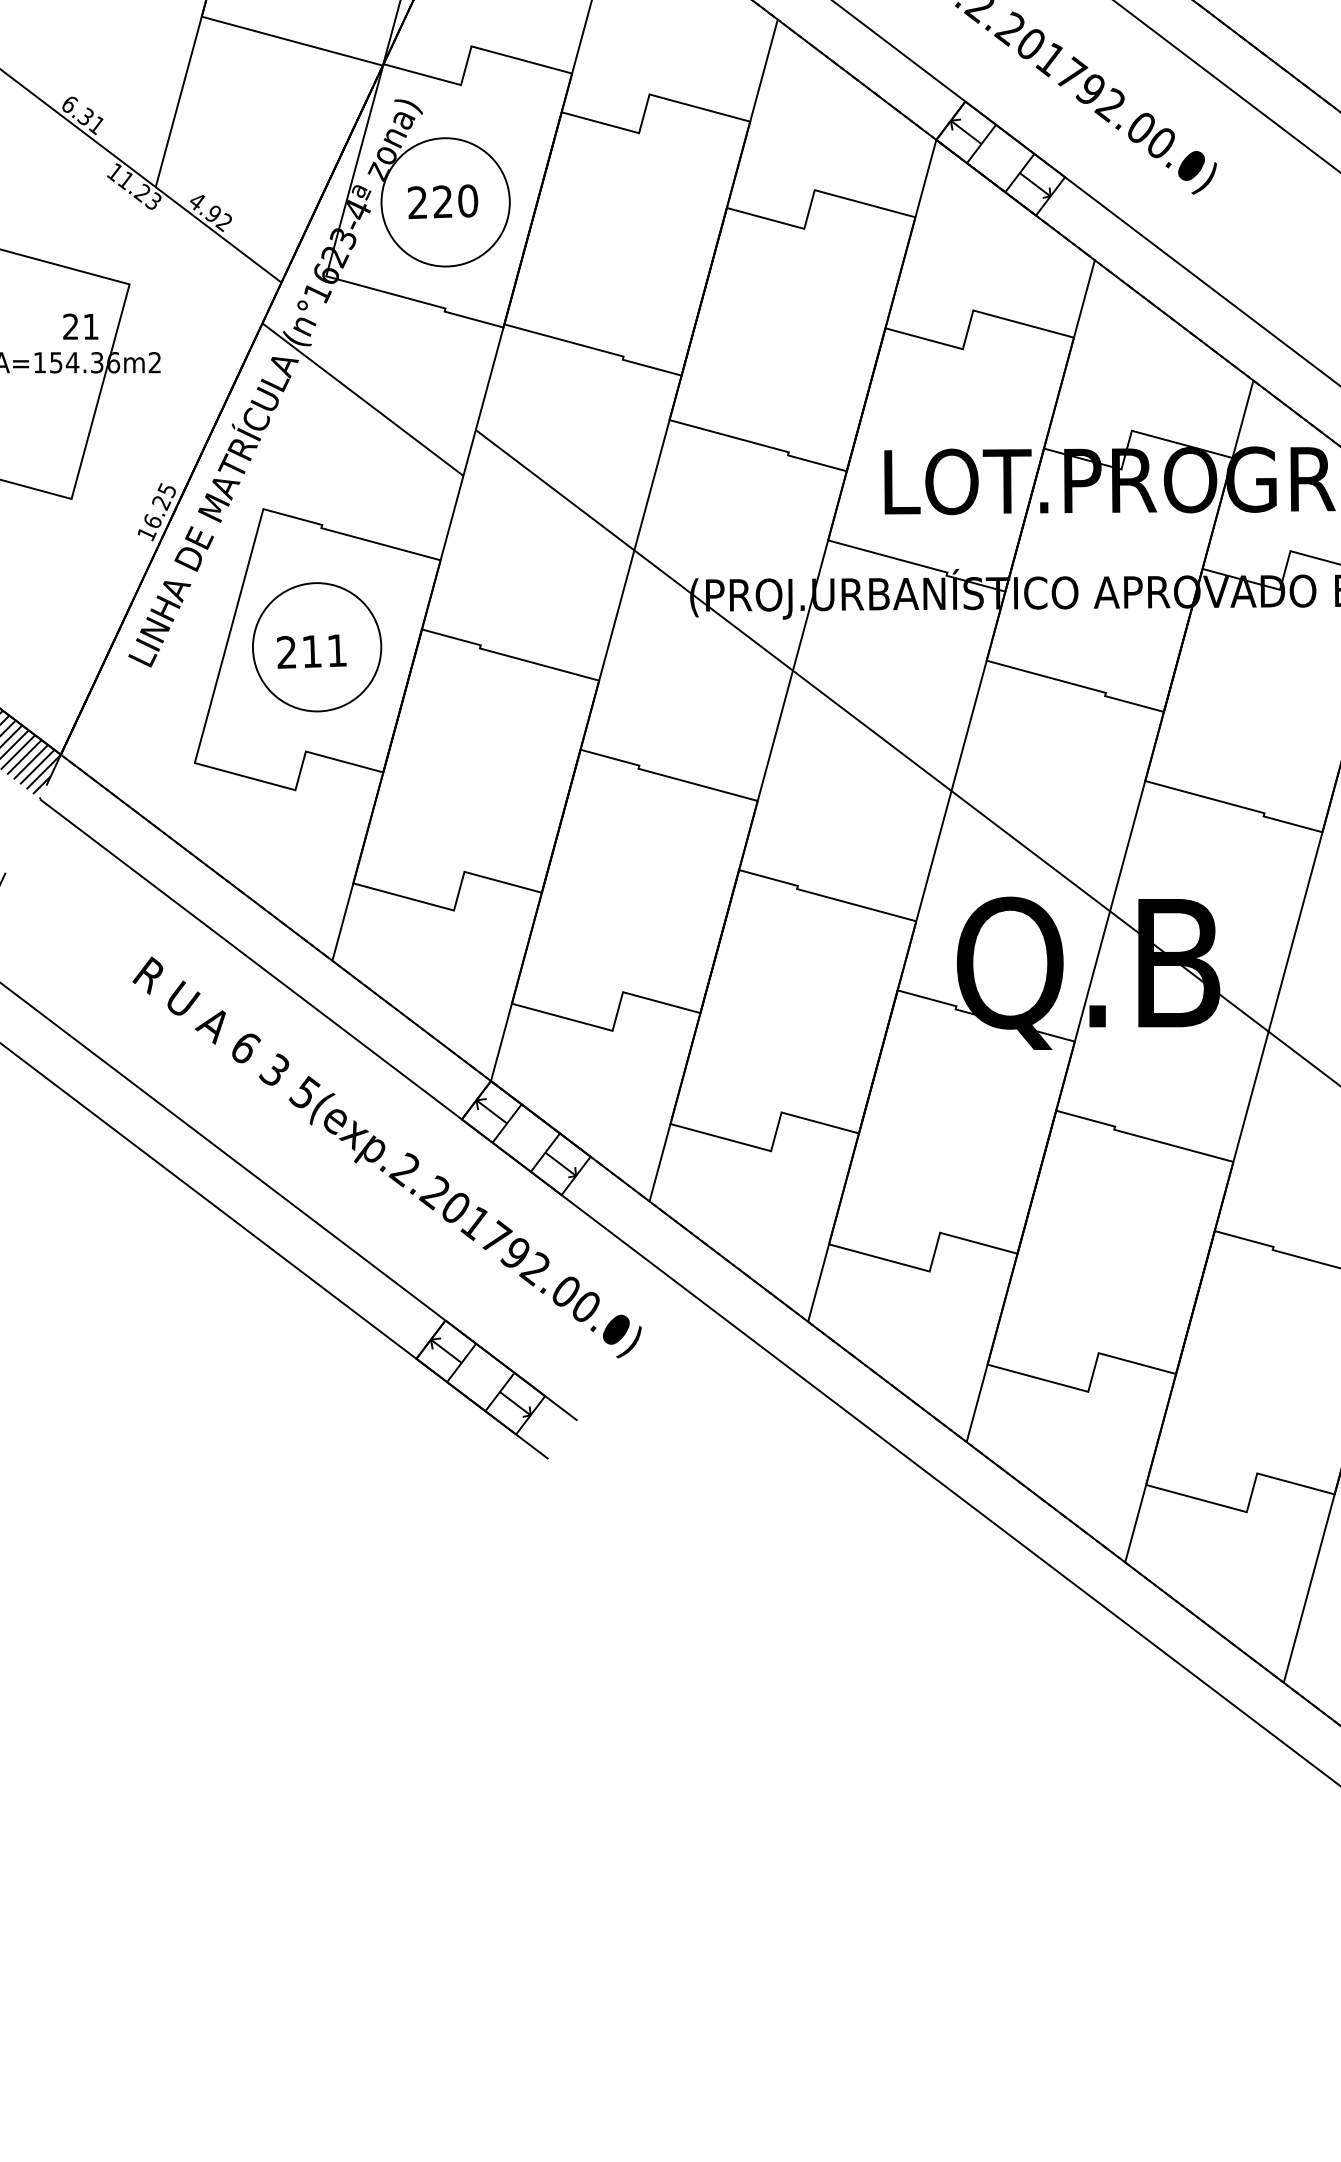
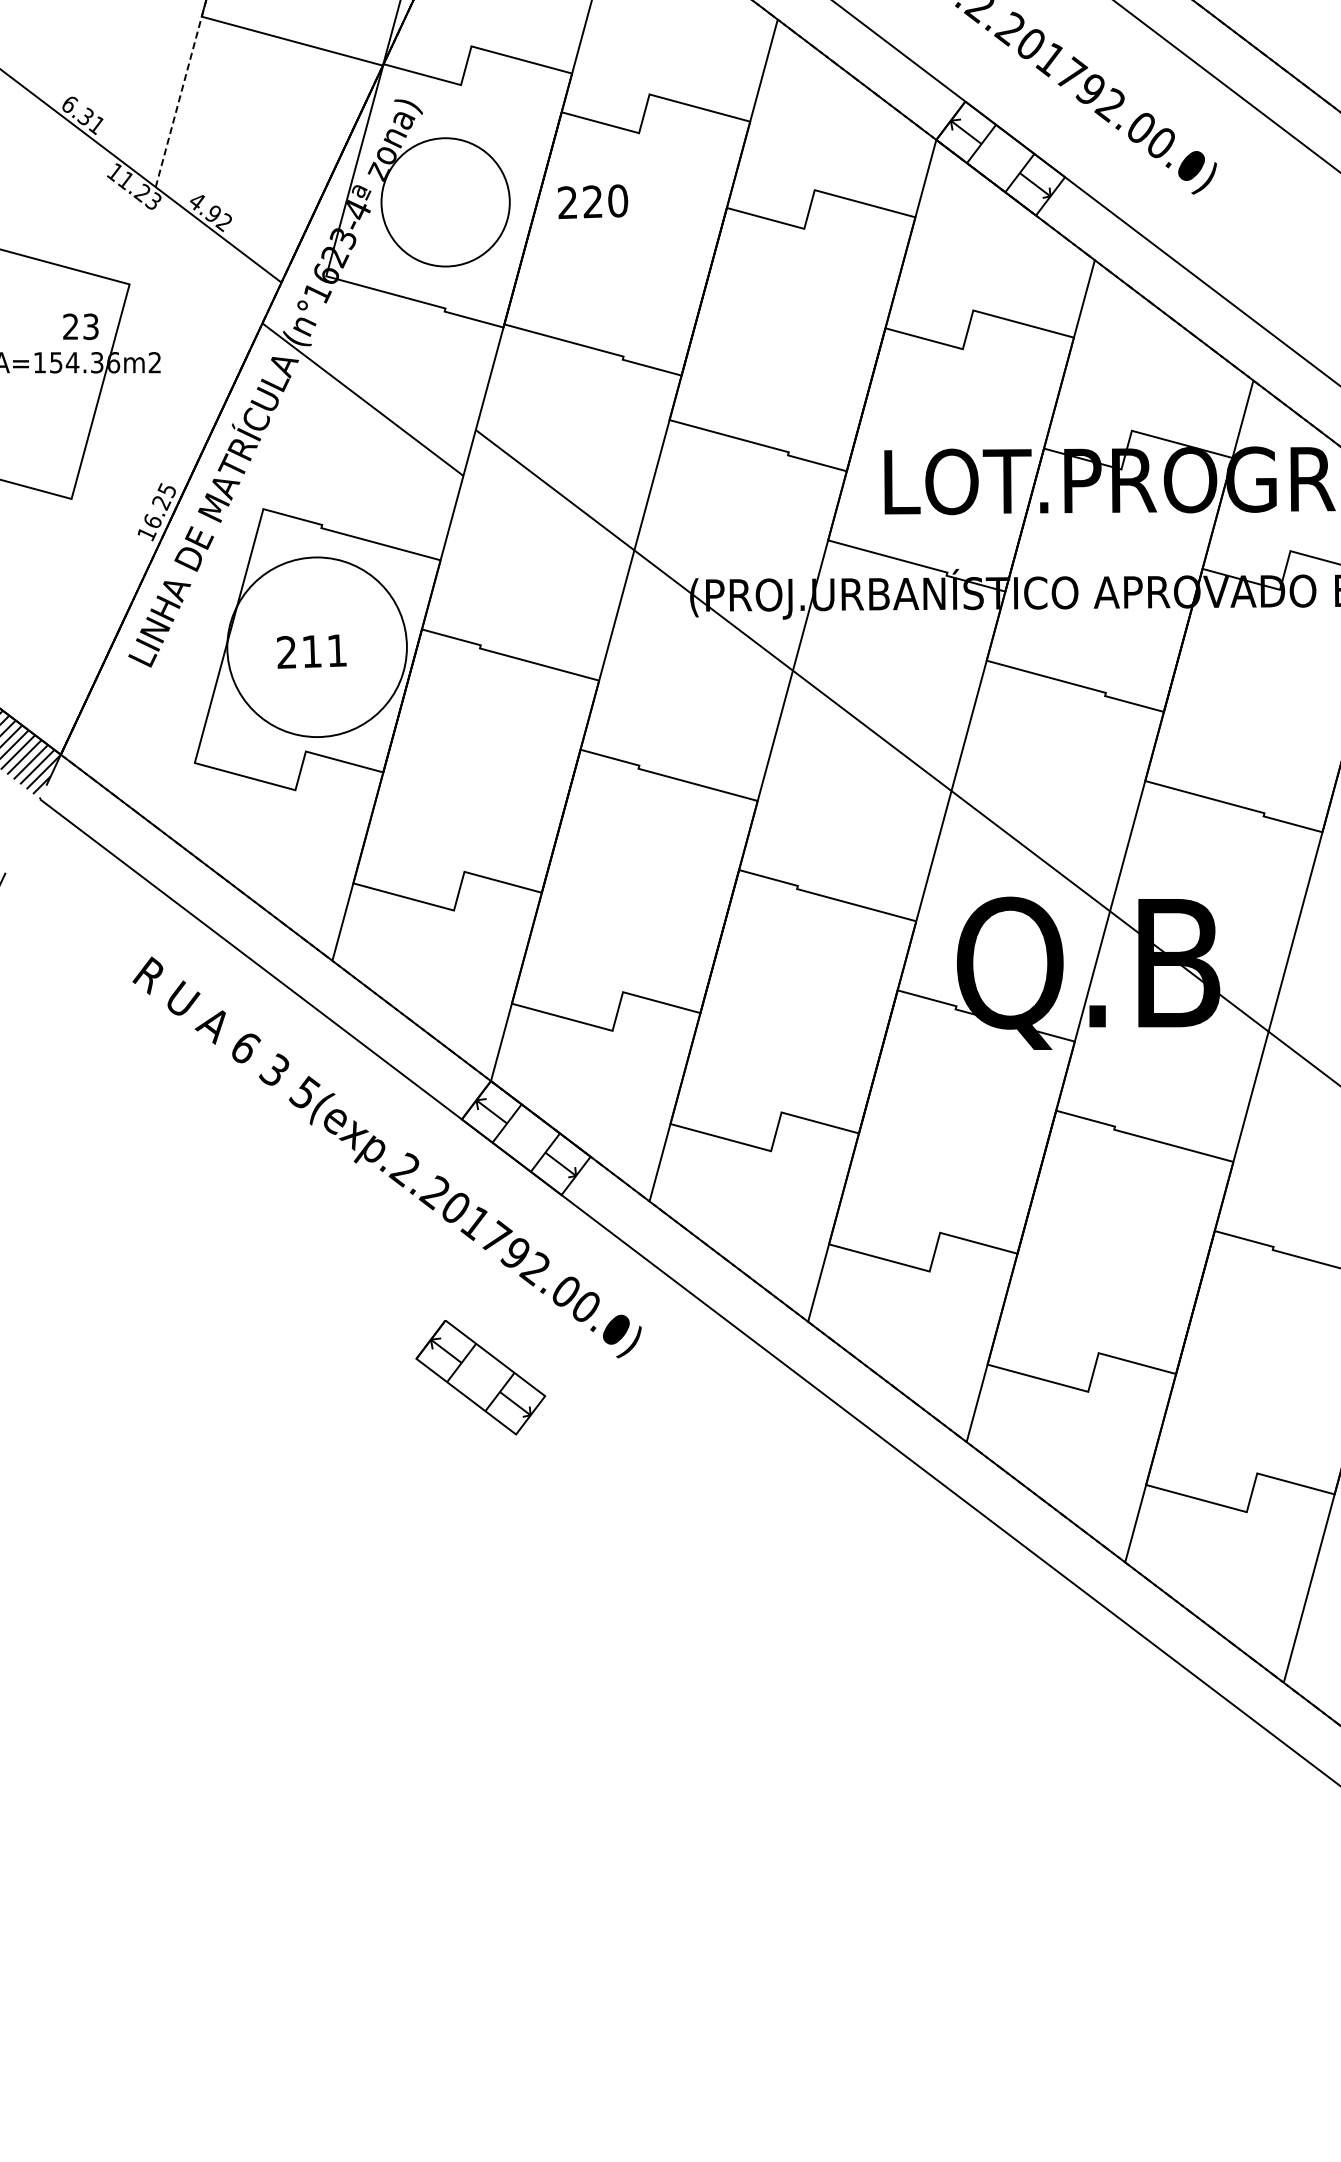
line at (181, 93): solid -> dashed
text at (443, 201) position: (443, 201) -> (593, 201)
text at (90, 326): 21 -> 23
circle at (316, 647) diameter: 128 px -> 180 px
line at (289, 1202): present -> none
line at (274, 1251): present -> none
